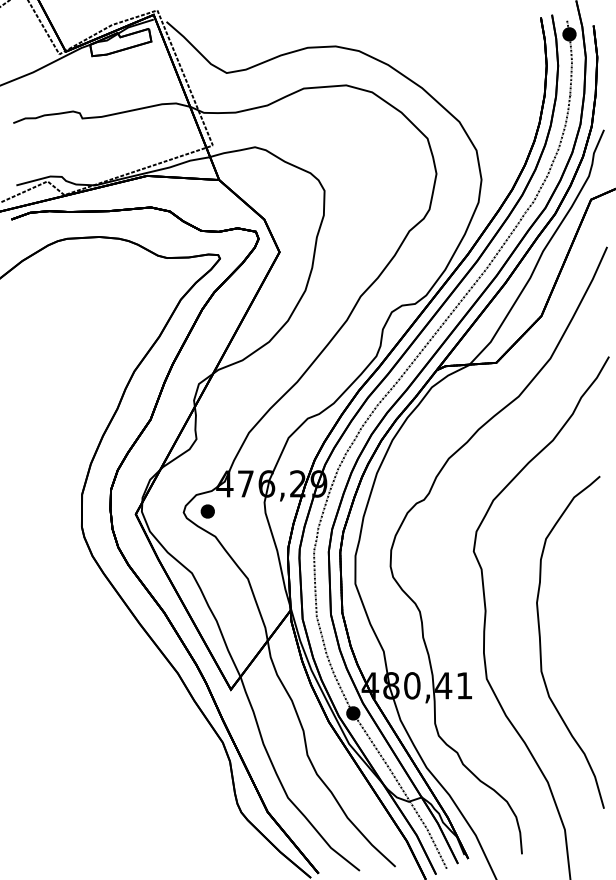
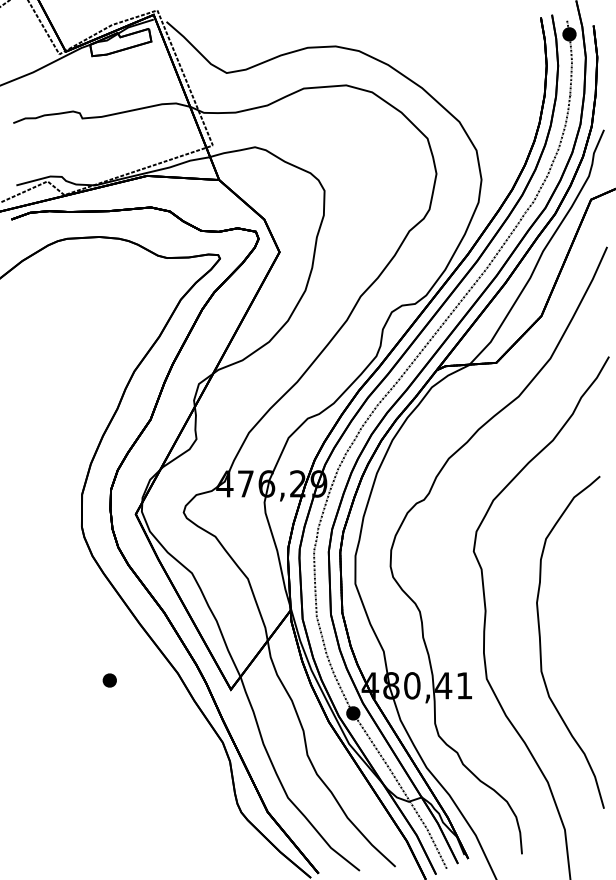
part at (207, 511) position: (207, 511) -> (109, 680)
